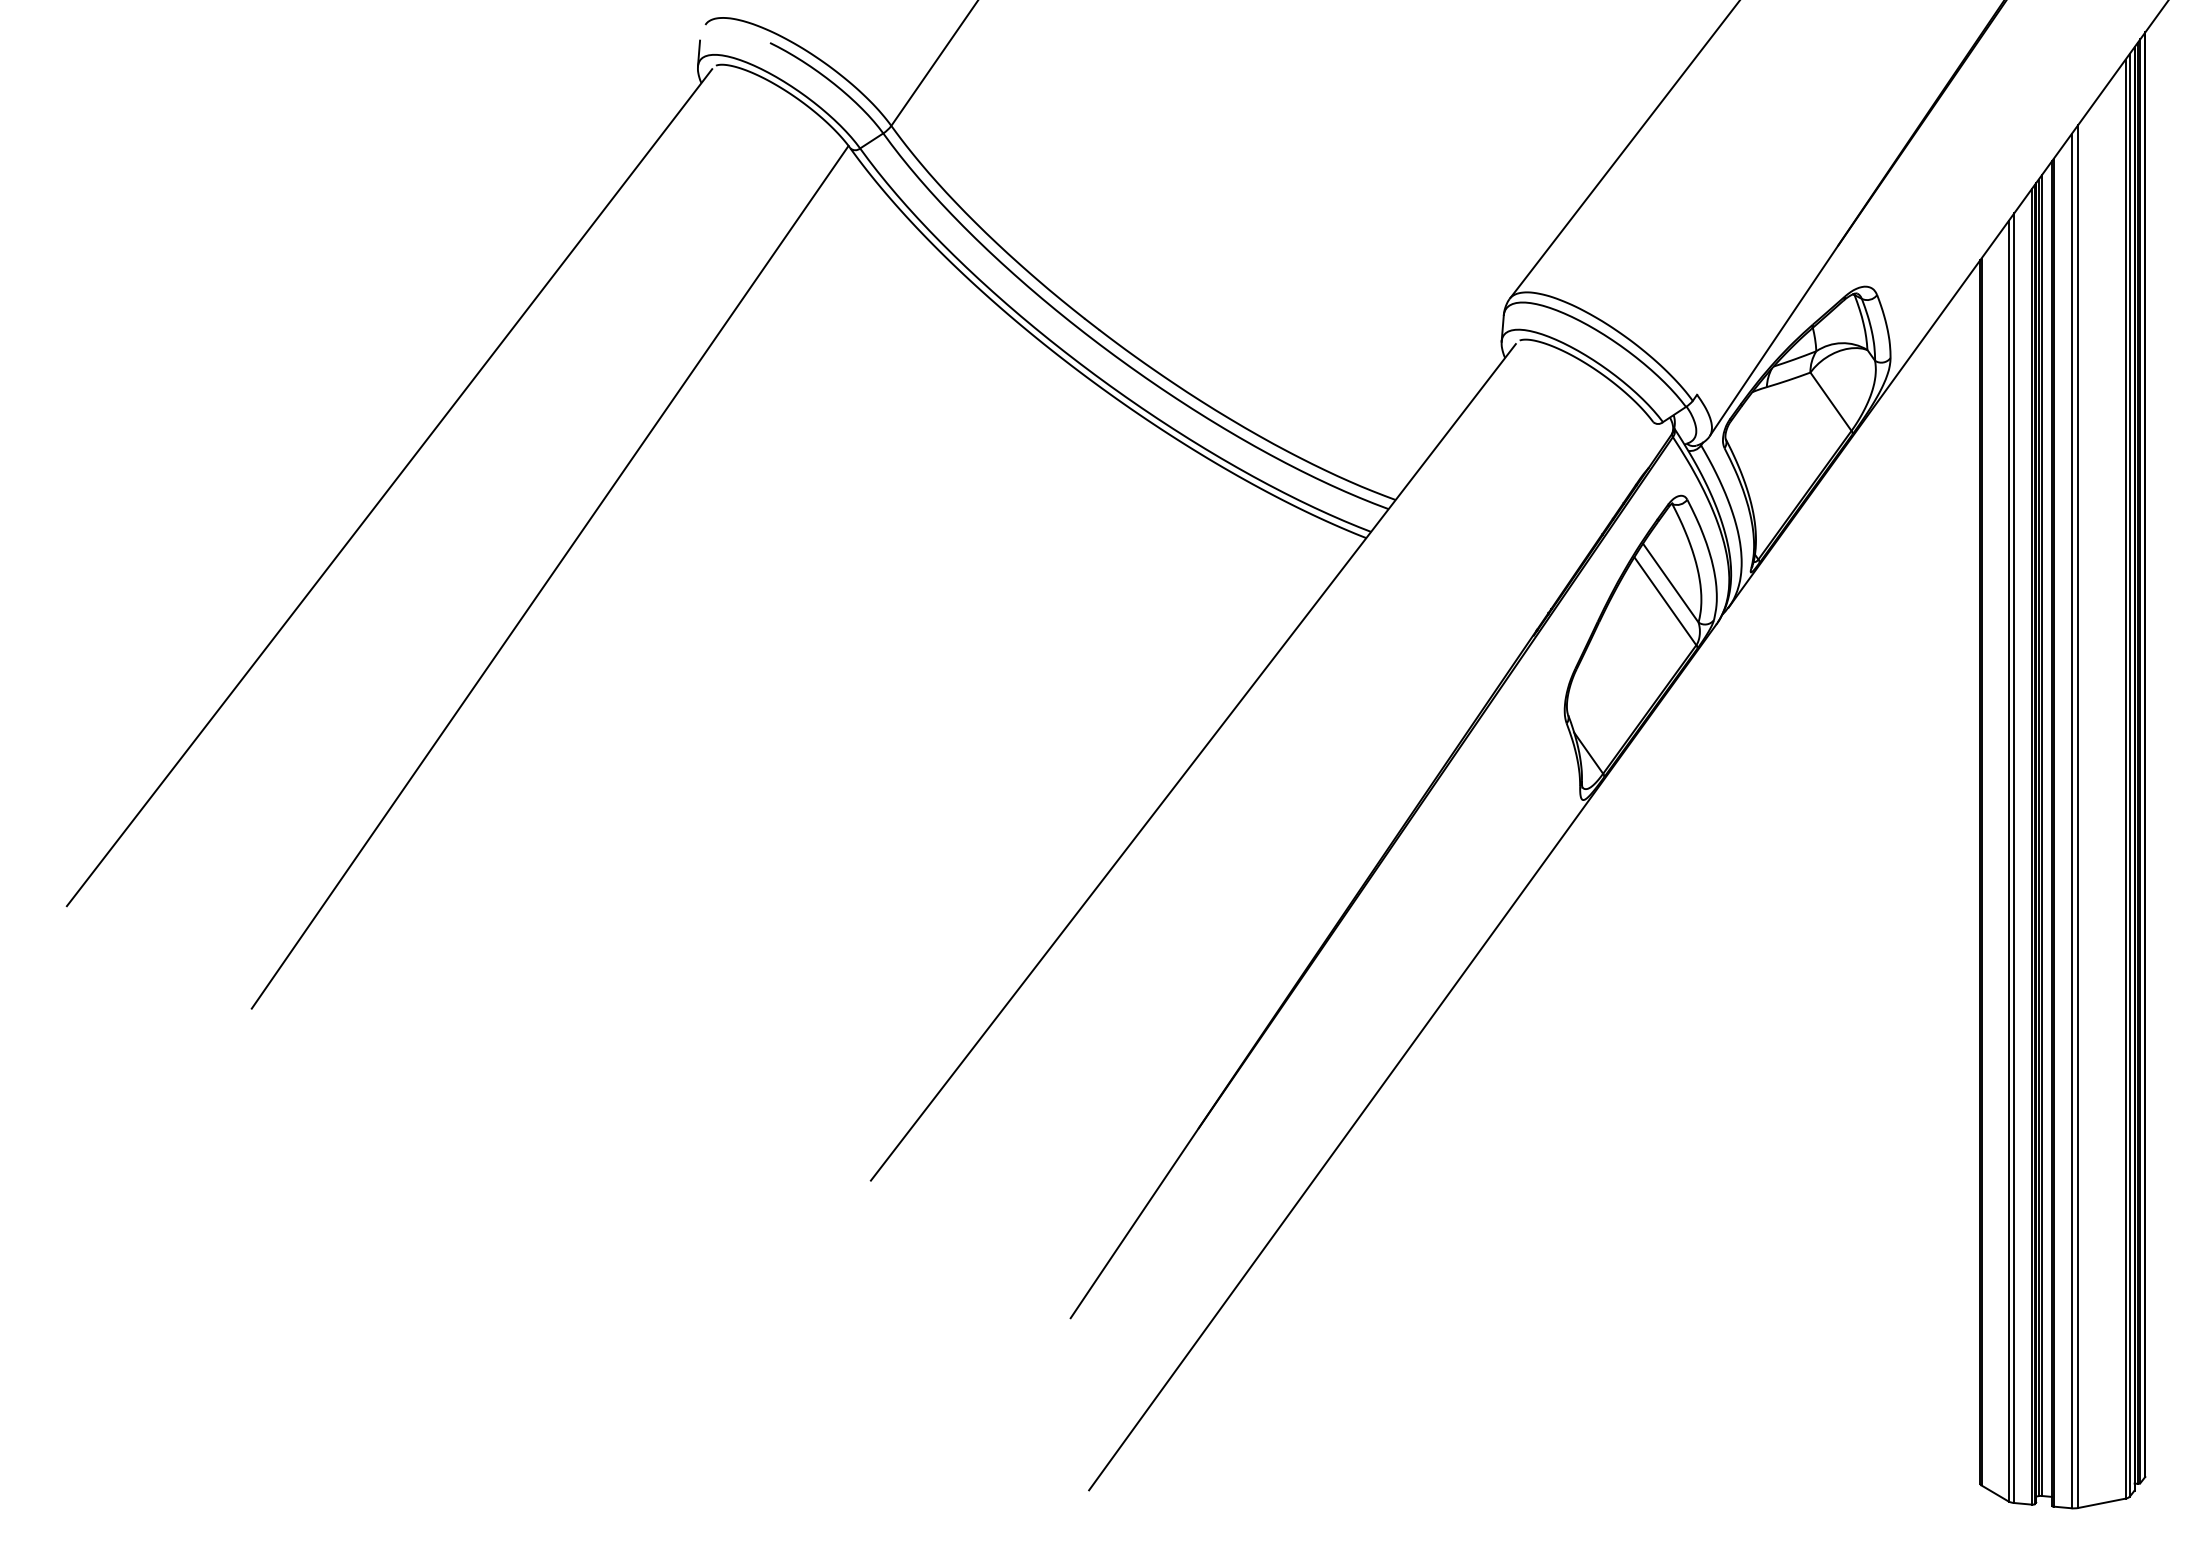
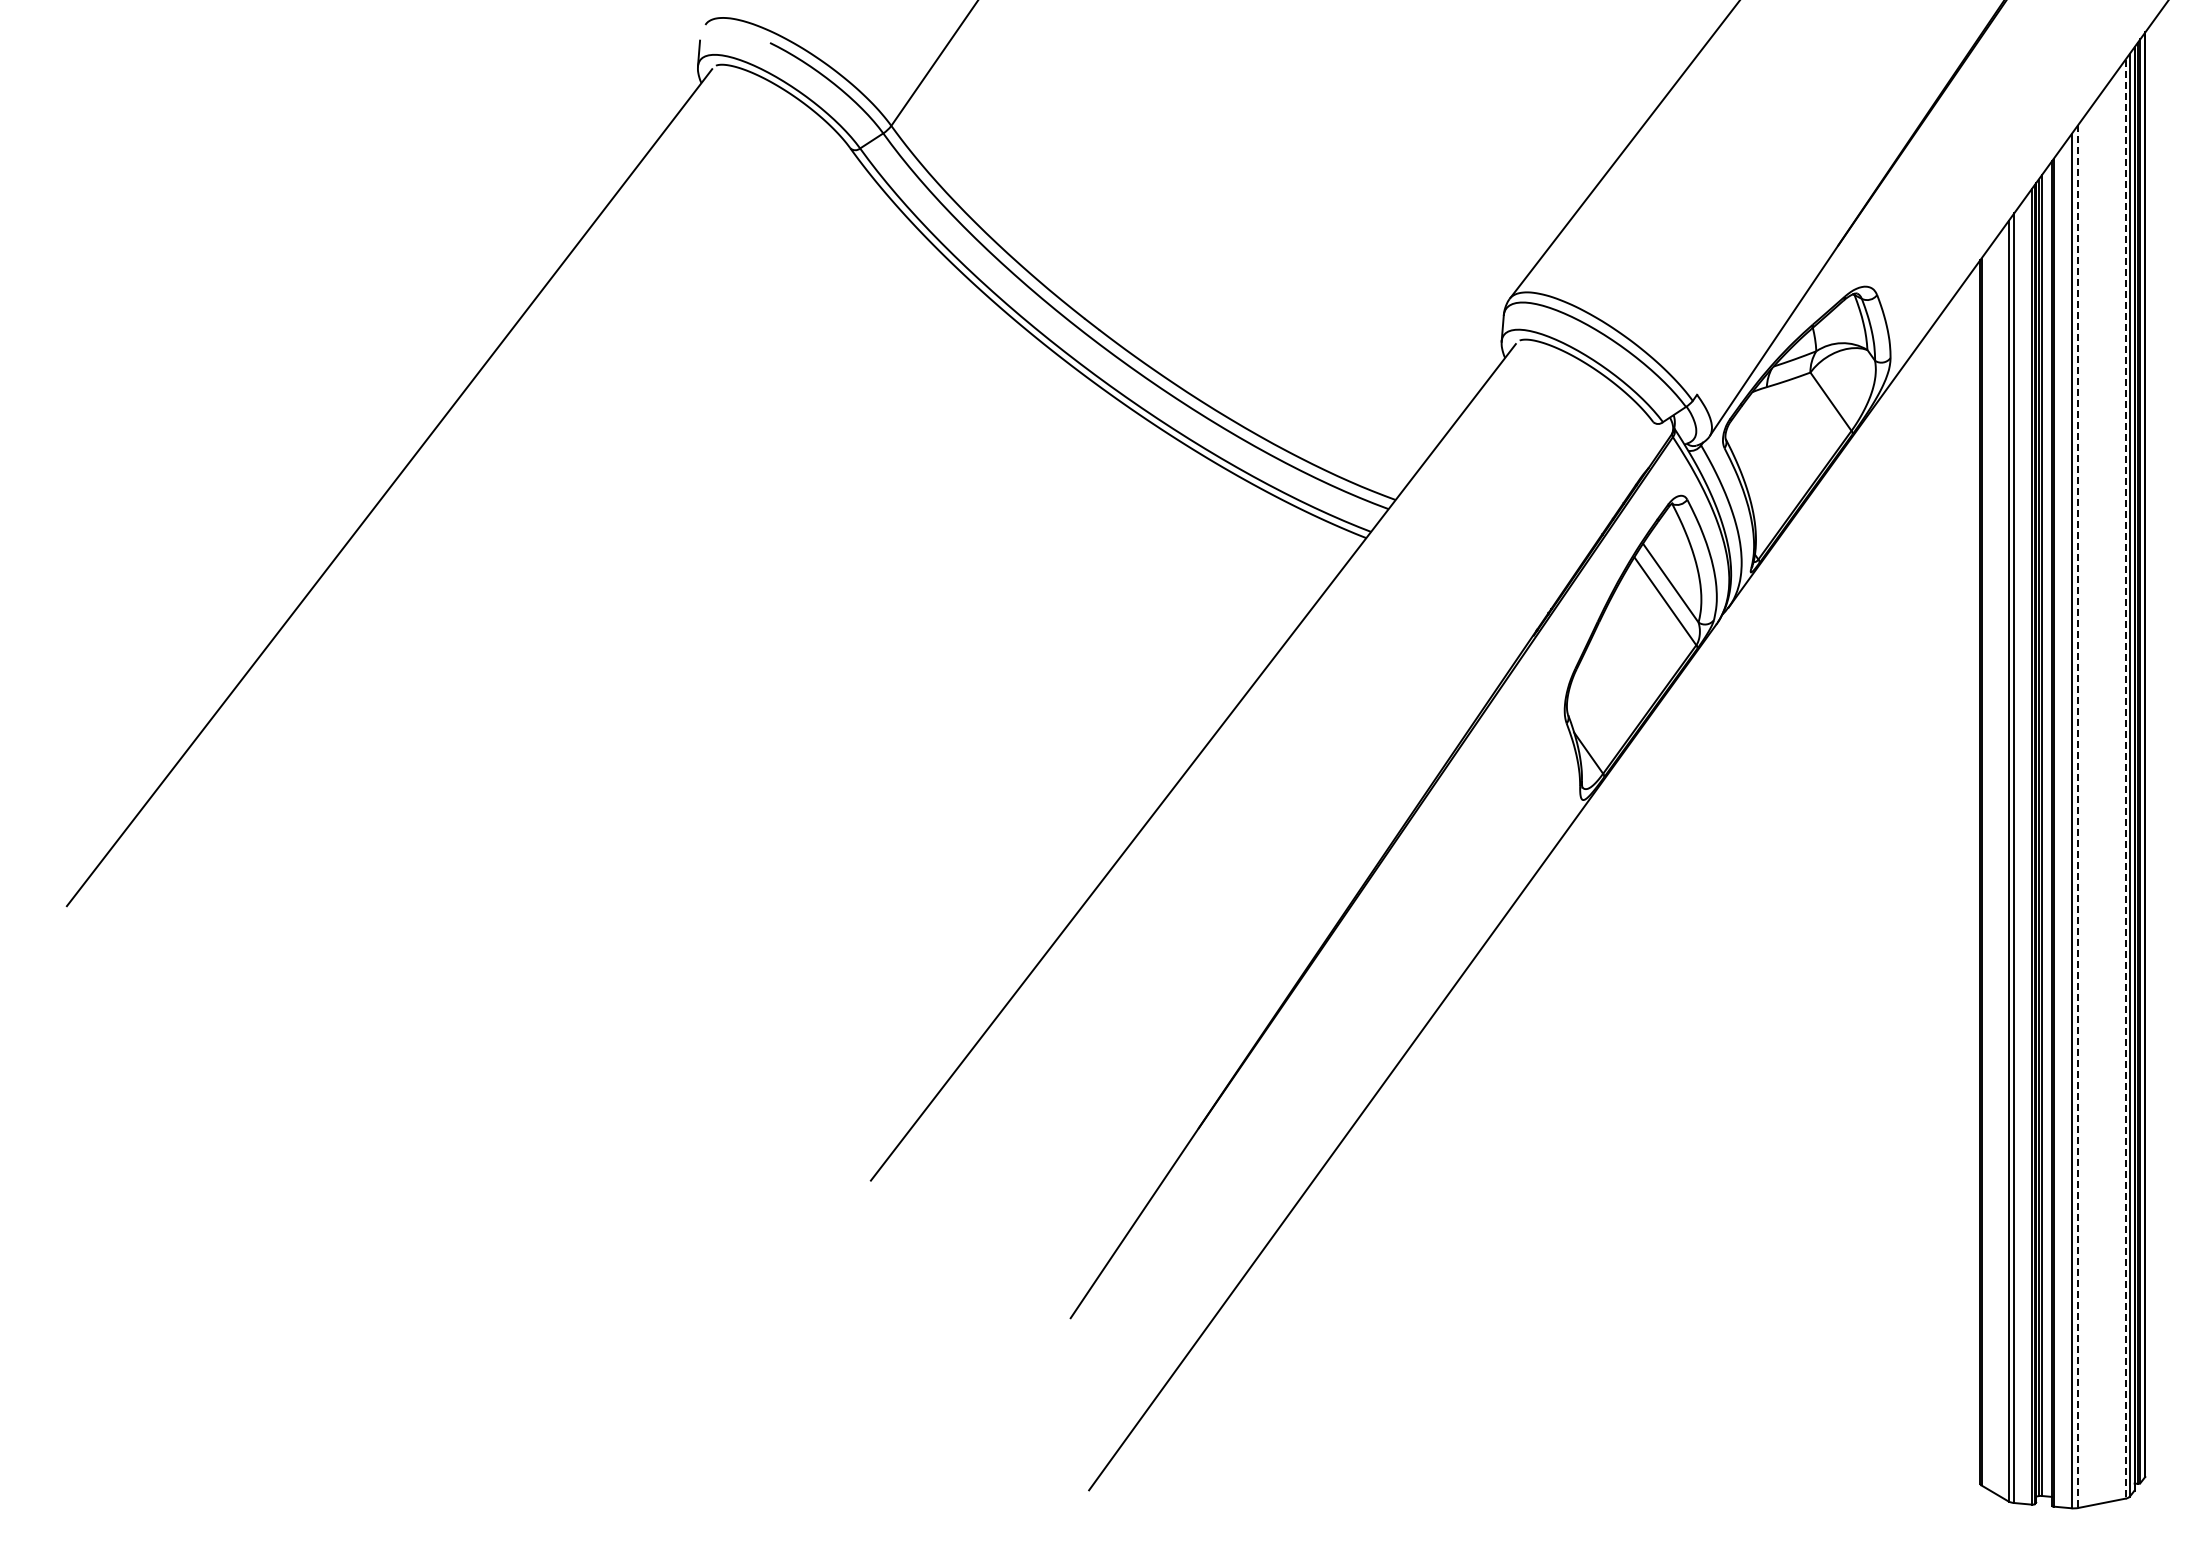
line at (549, 576): present -> none
line at (2125, 779): solid -> dashed
line at (2078, 816): solid -> dashed
